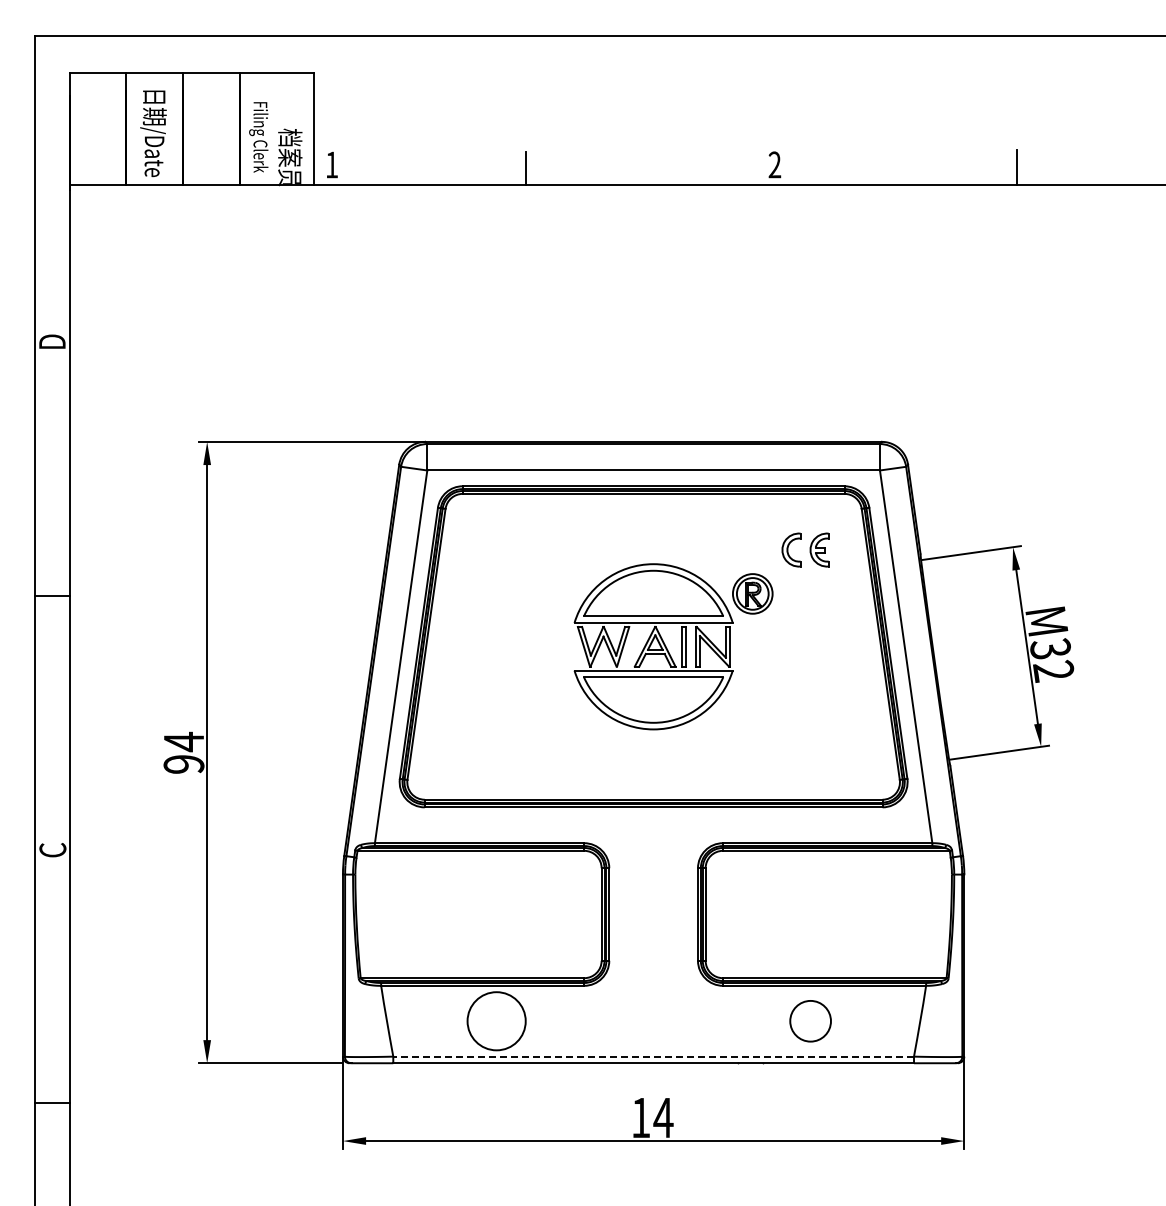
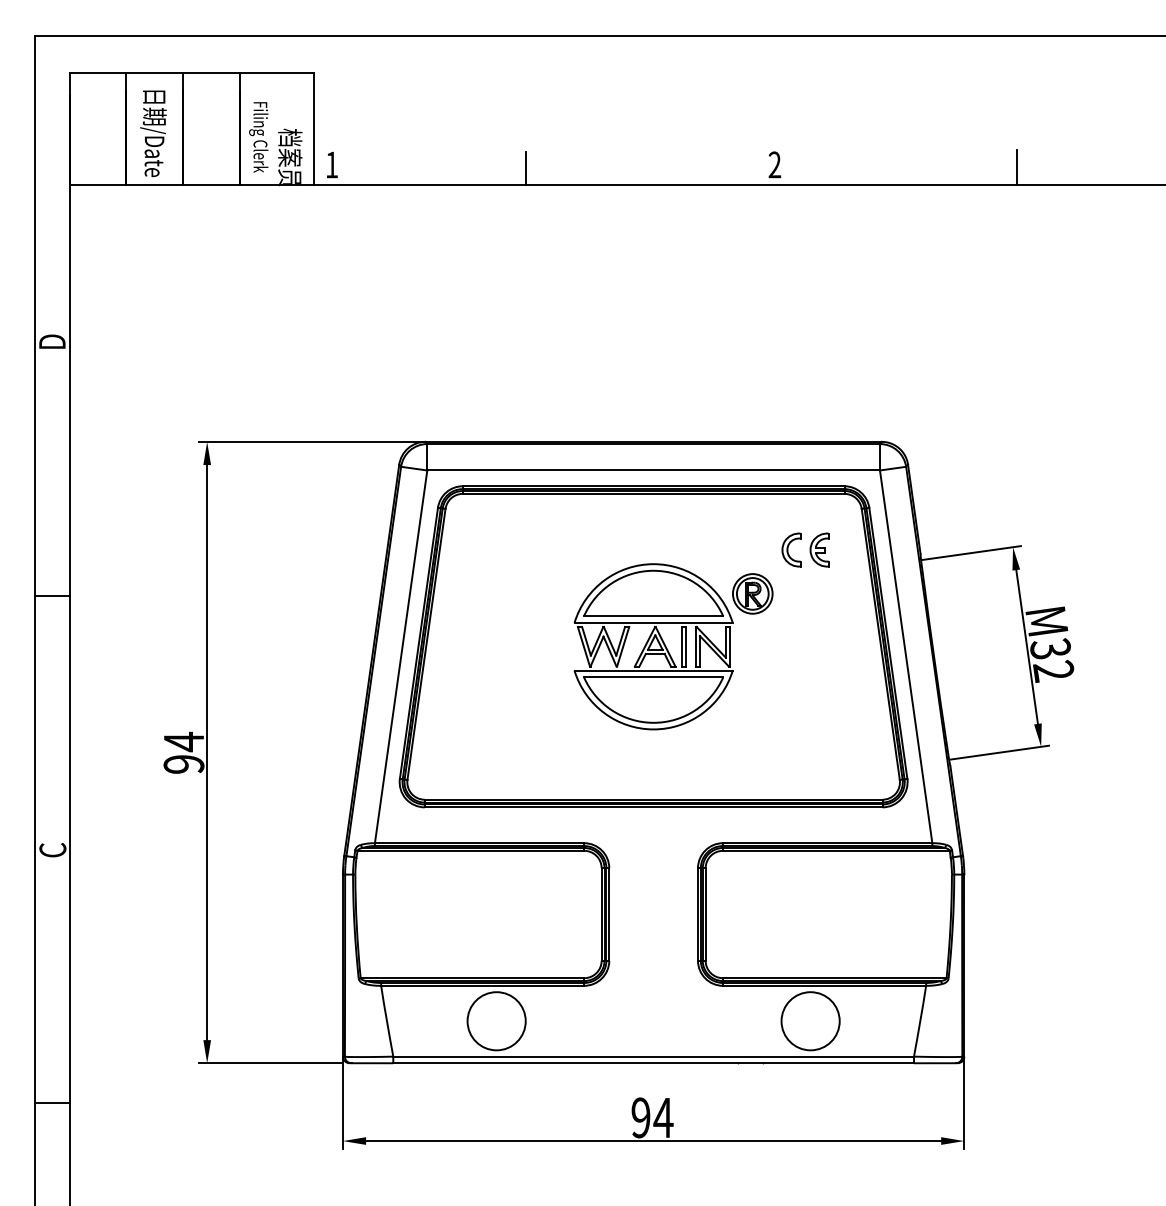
circle at (810, 1020) diameter: 41 px -> 58 px
line at (653, 1056): dashed -> solid
text at (640, 1117): 14 -> 94
